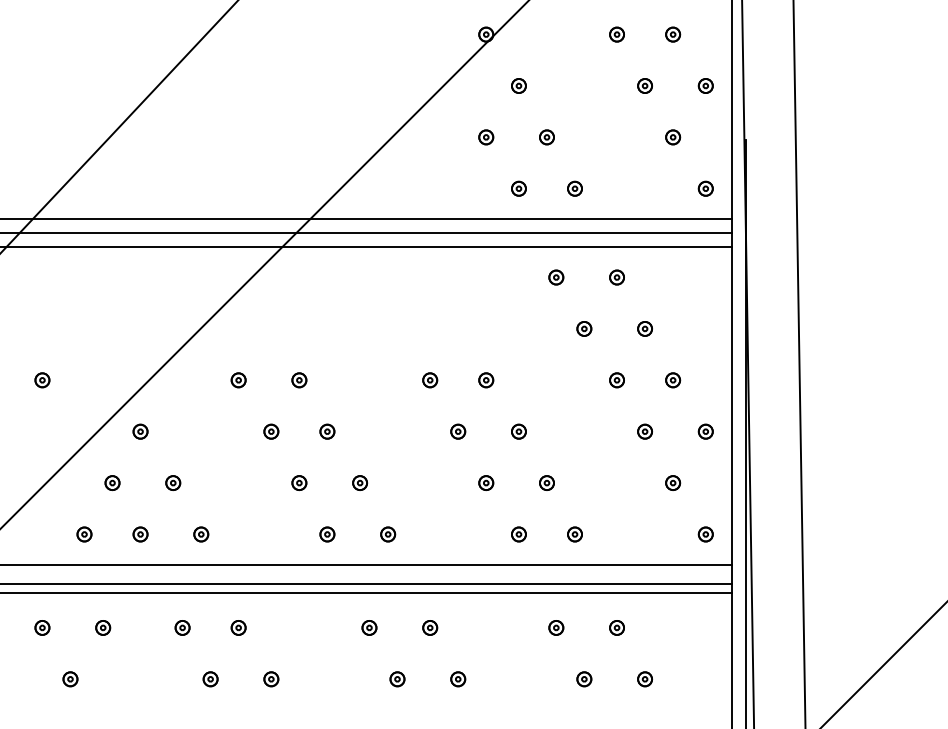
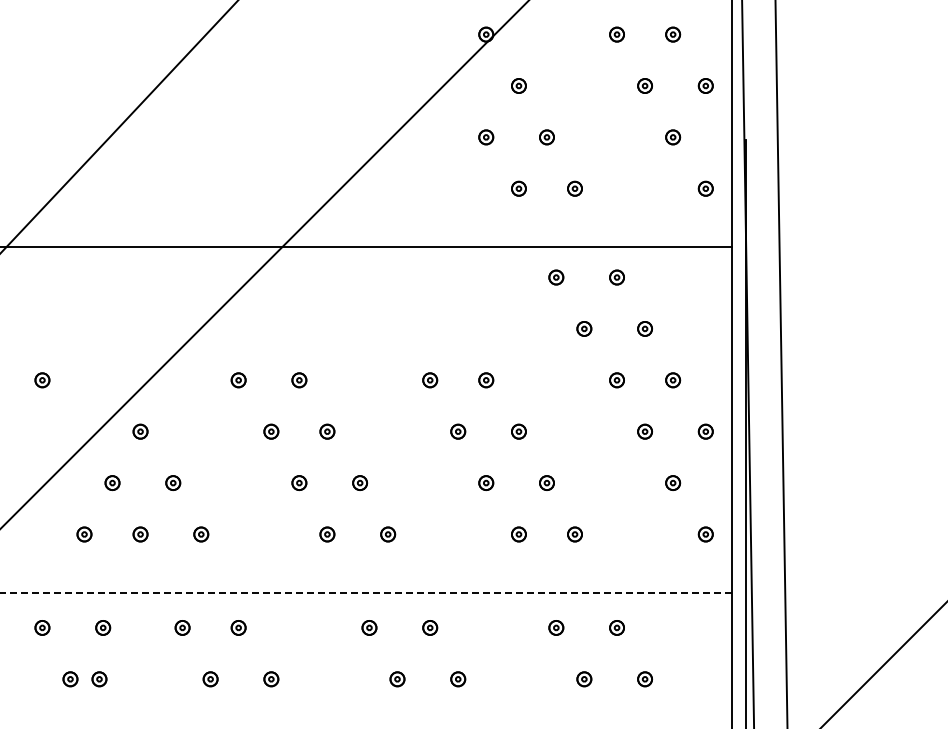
line at (366, 219): present -> none
line at (366, 233): present -> none
line at (799, 363) position: (799, 363) -> (781, 363)
line at (366, 564): present -> none
line at (366, 583): present -> none
line at (365, 592): solid -> dashed
part at (99, 679): none -> present
